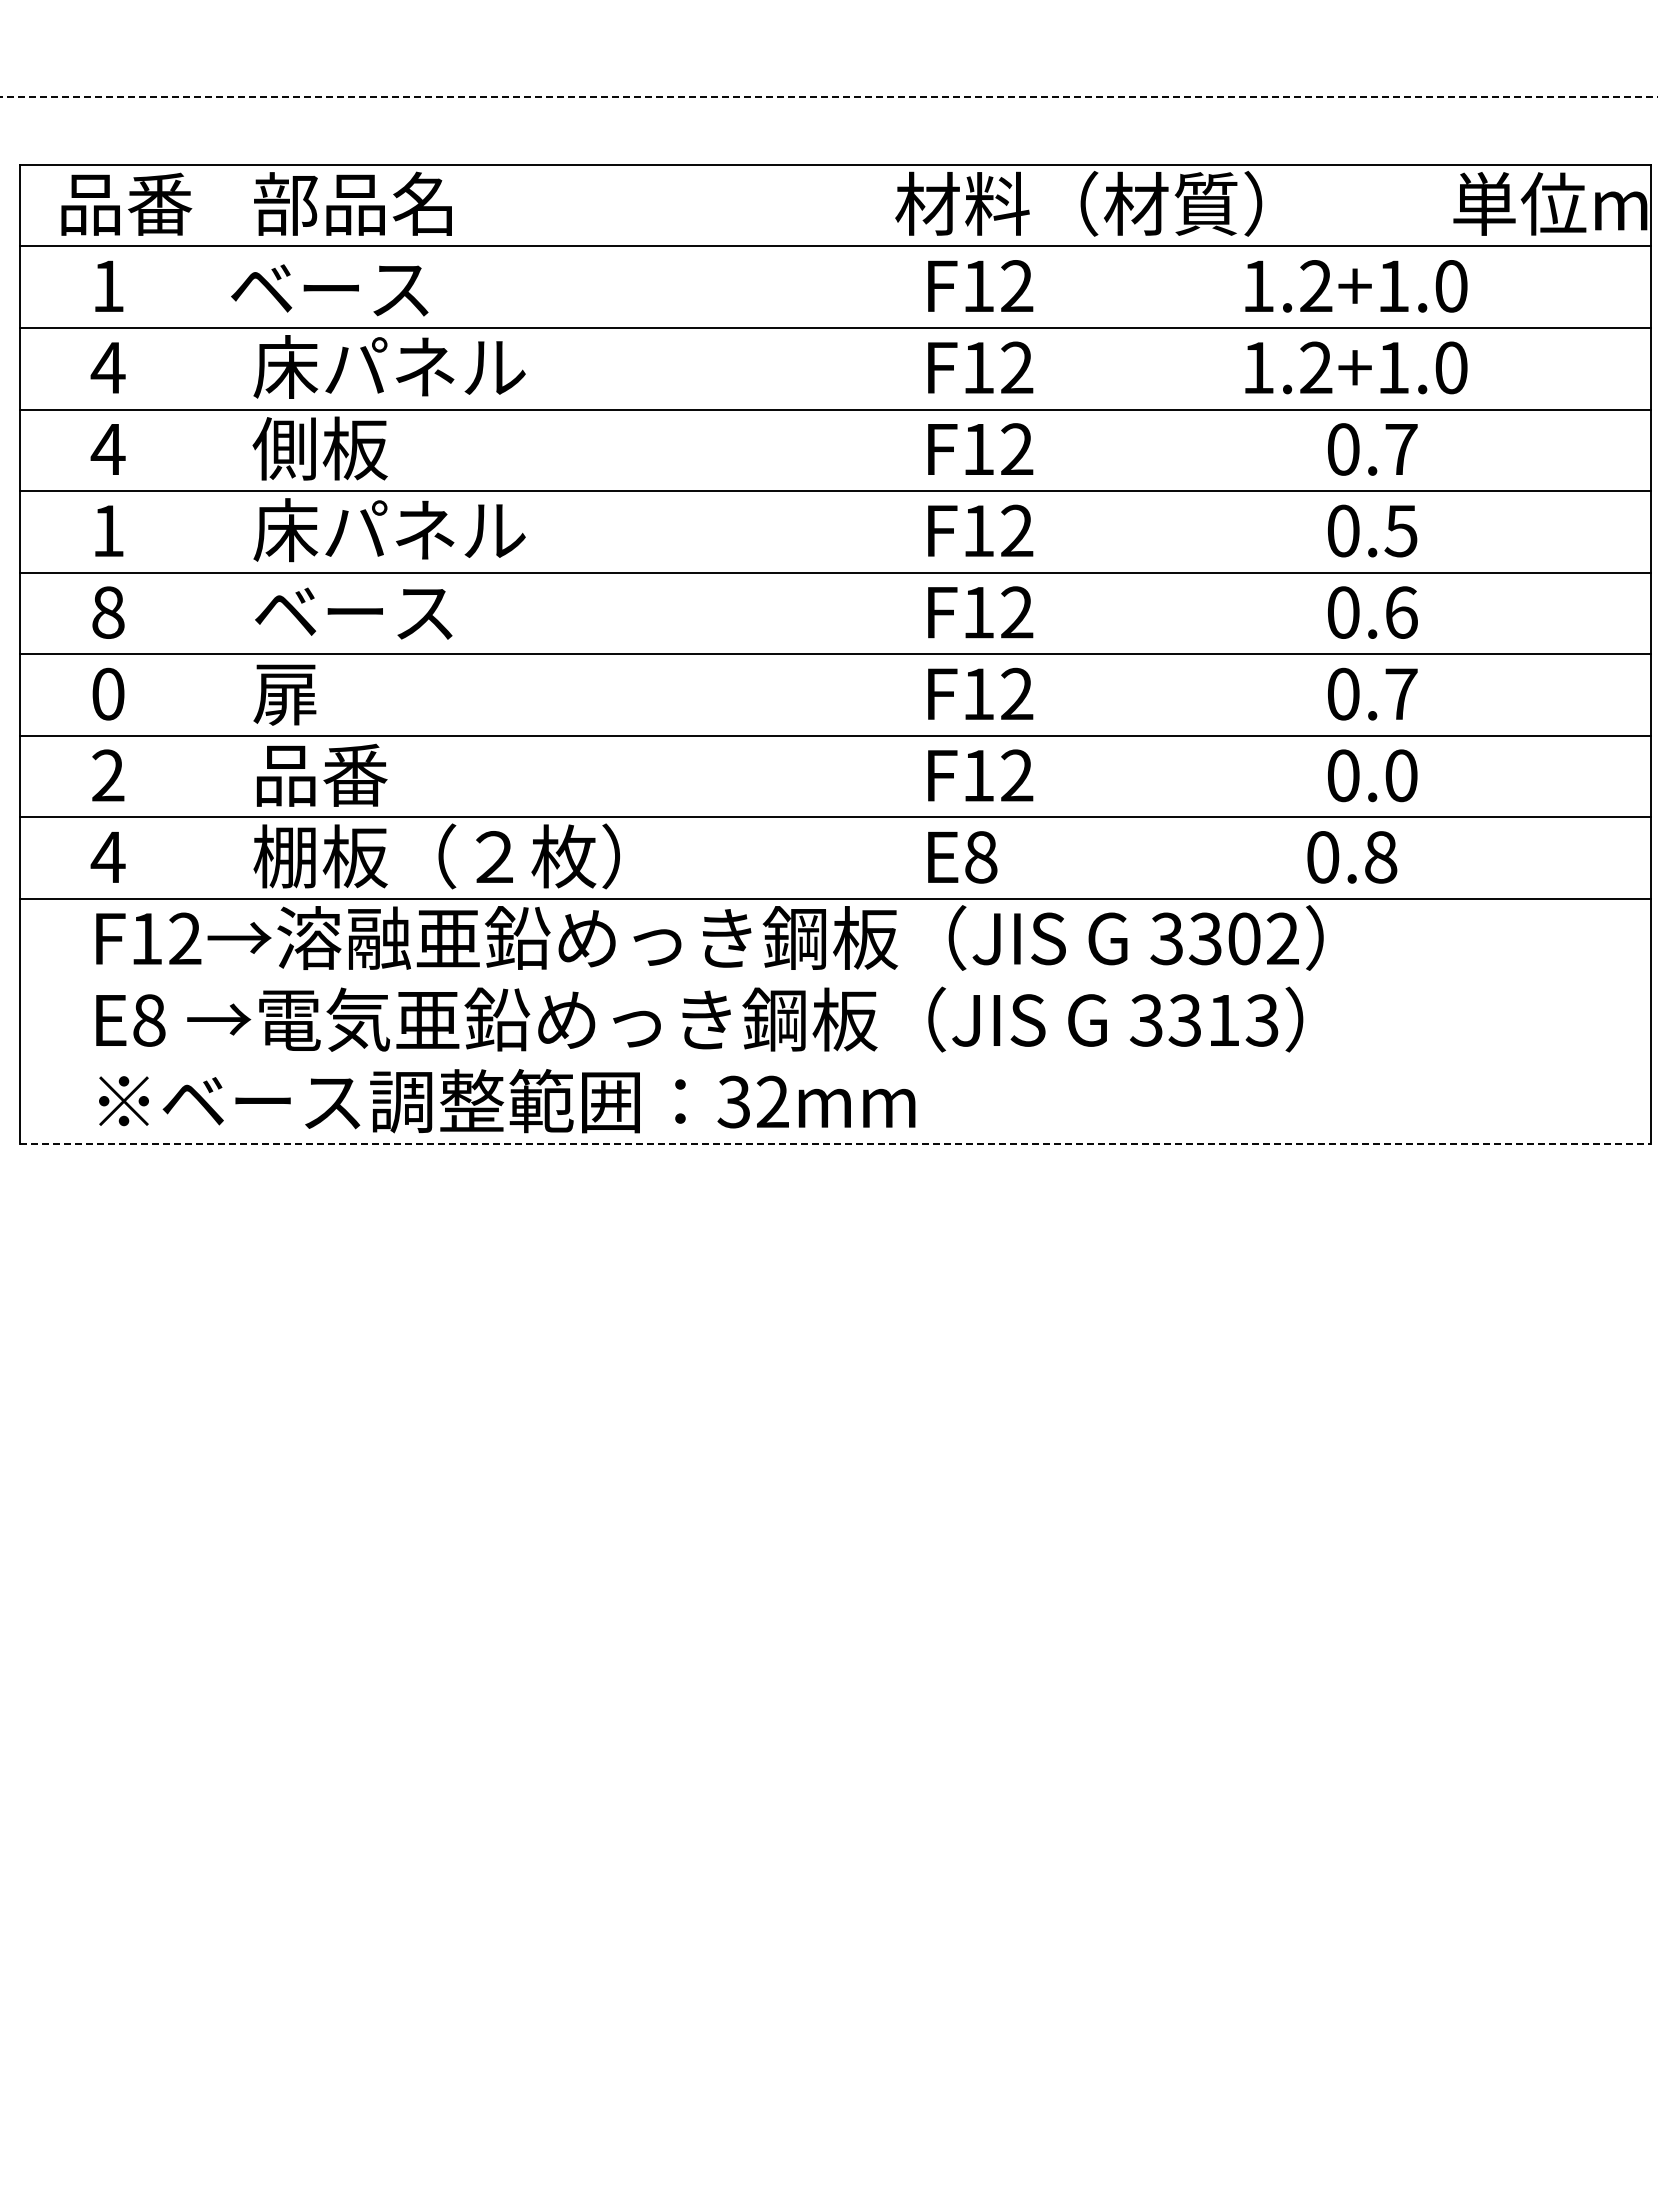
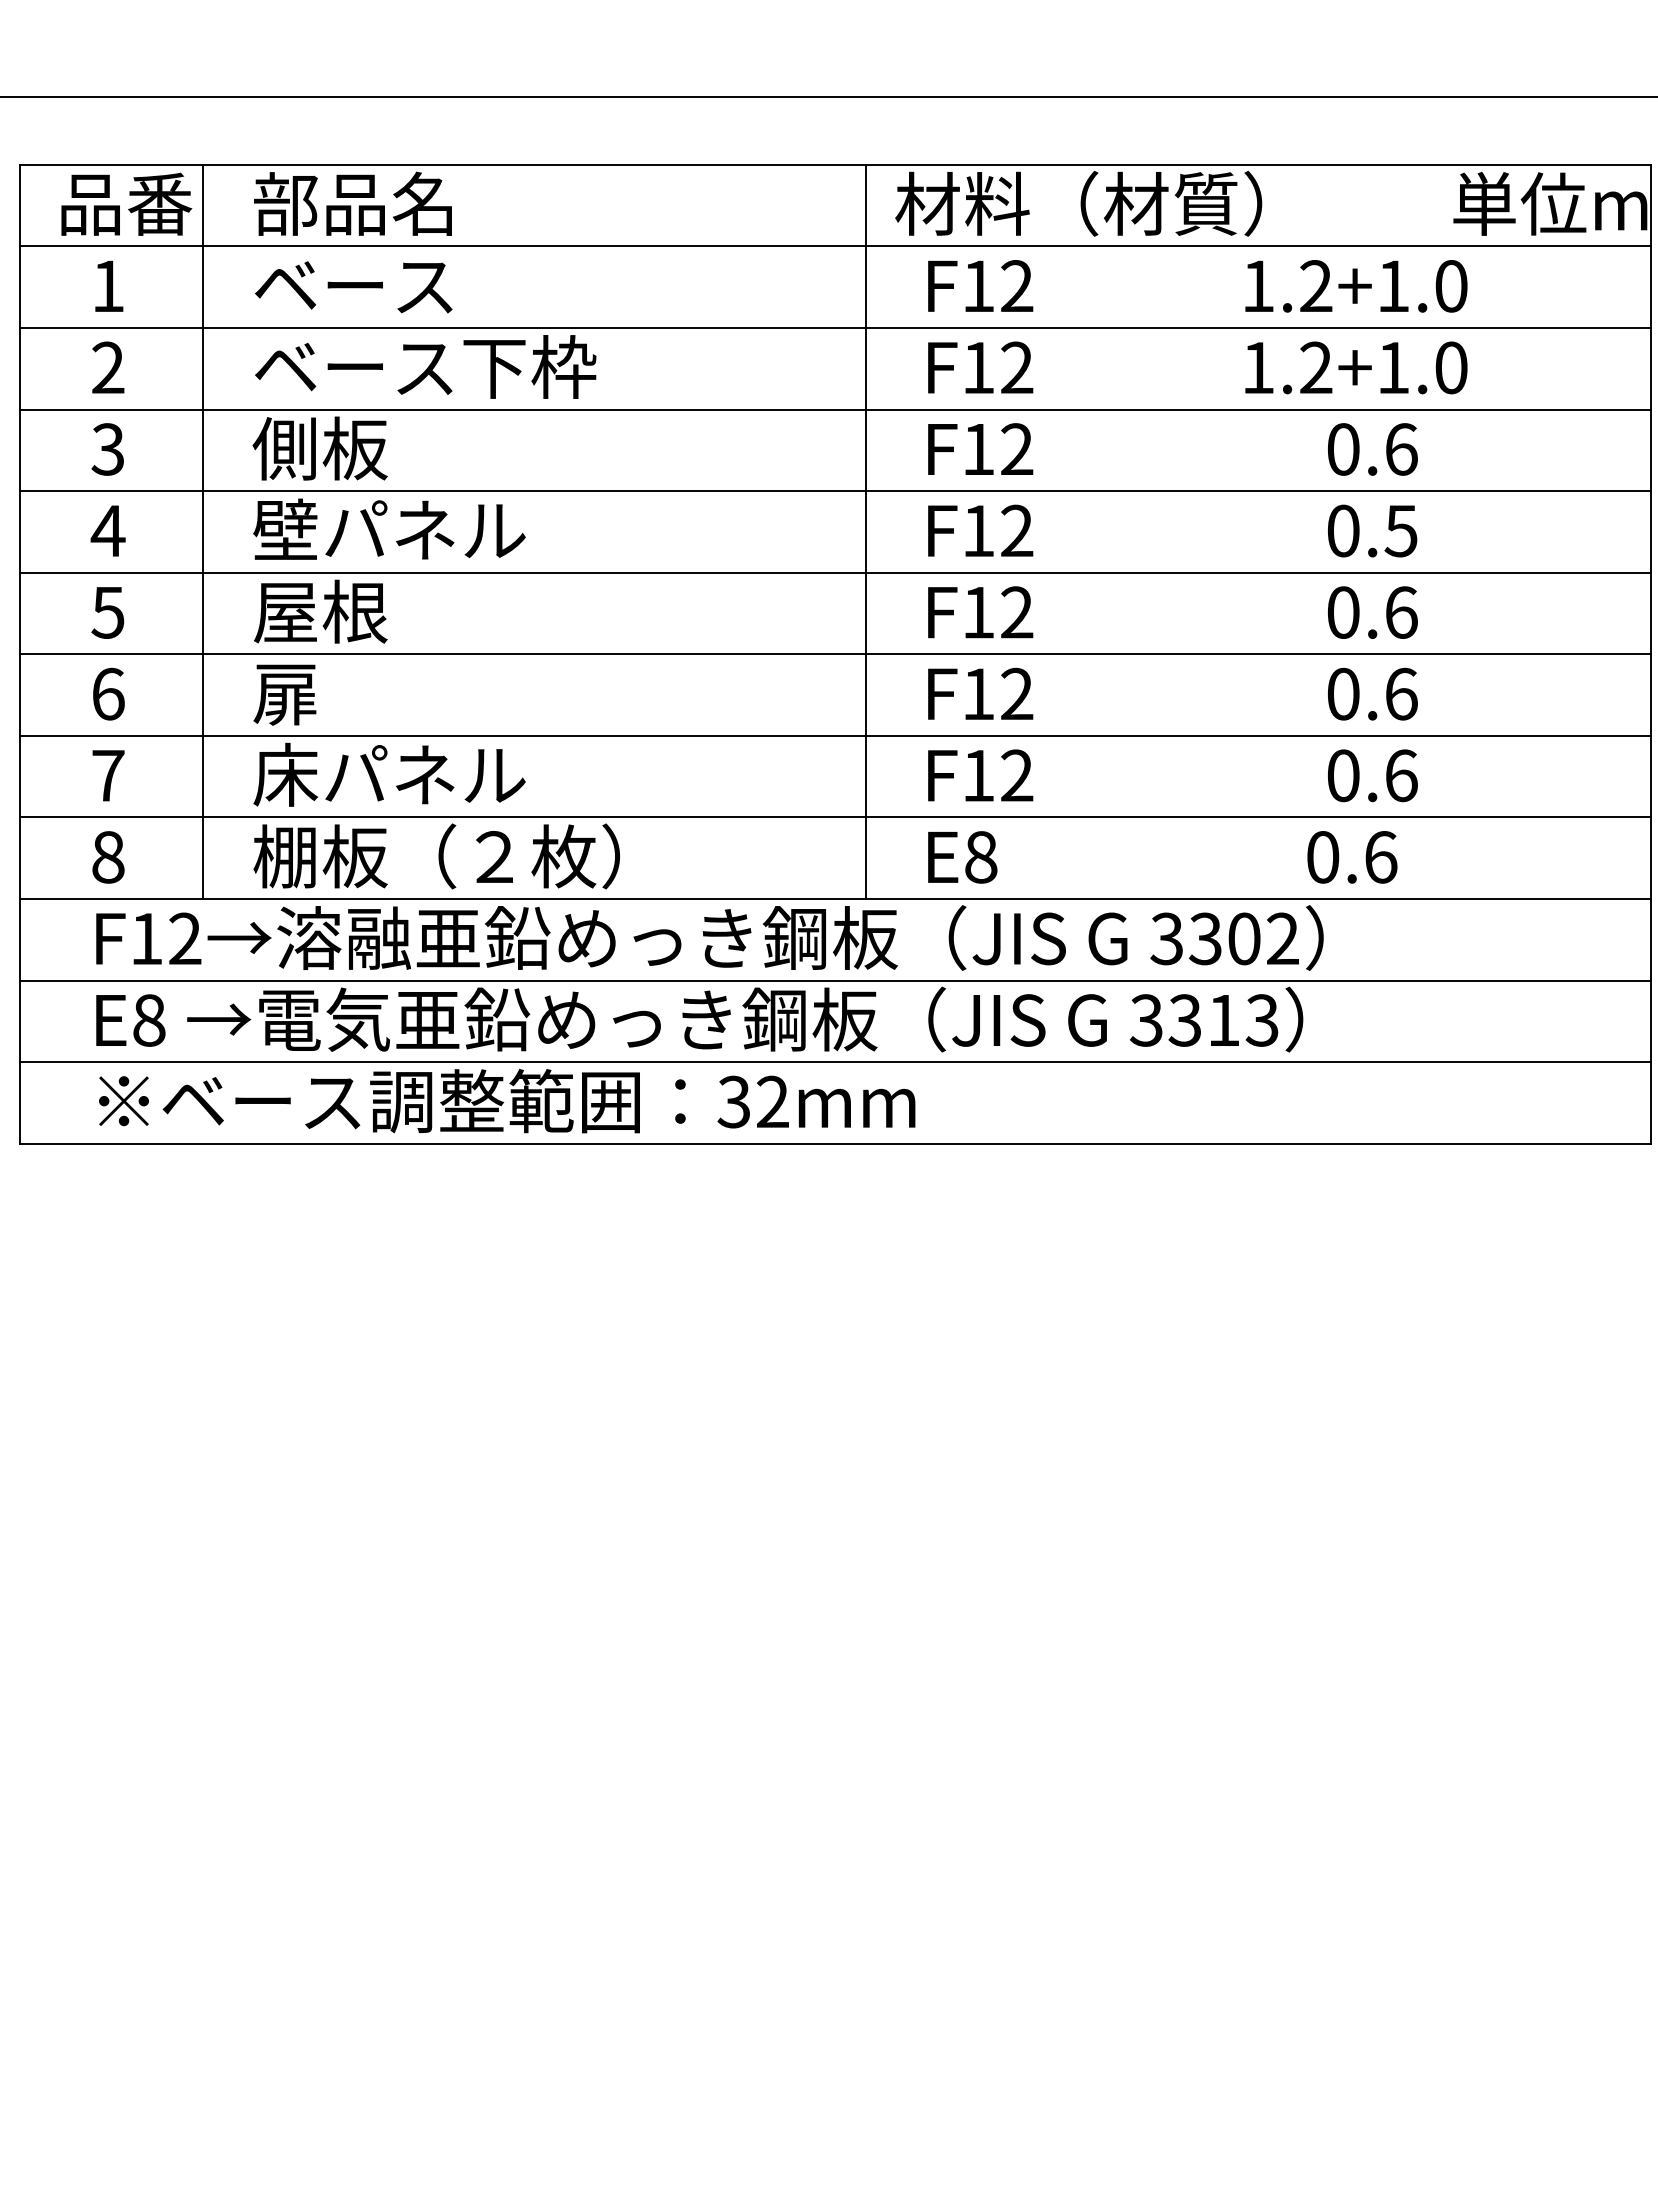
line at (829, 96): dashed -> solid
text at (329, 290) position: (329, 290) -> (353, 287)
text at (424, 366): 床パネル -> ベース下枠
text at (107, 367): 4 -> 2
text at (107, 449): 4 -> 3
text at (1401, 449): 0.7 -> 0.6
text at (107, 530): 1 -> 4
text at (285, 530): 床パネル -> 壁パネル
line at (203, 531): none -> present
line at (866, 531): none -> present
text at (353, 611): ベース -> 屋根
text at (107, 612): 8 -> 5
text at (108, 693): 0 -> 6
text at (1401, 693): 0.7 -> 0.6
text at (389, 774): 品番 -> 床パネル
text at (108, 775): 2 -> 7
text at (1401, 775): 0.0 -> 0.6
text at (107, 857): 4 -> 8
text at (1381, 857): 0.8 -> 0.6
line at (835, 980): none -> present
line at (835, 1062): none -> present
line at (835, 1143): dashed -> solid
